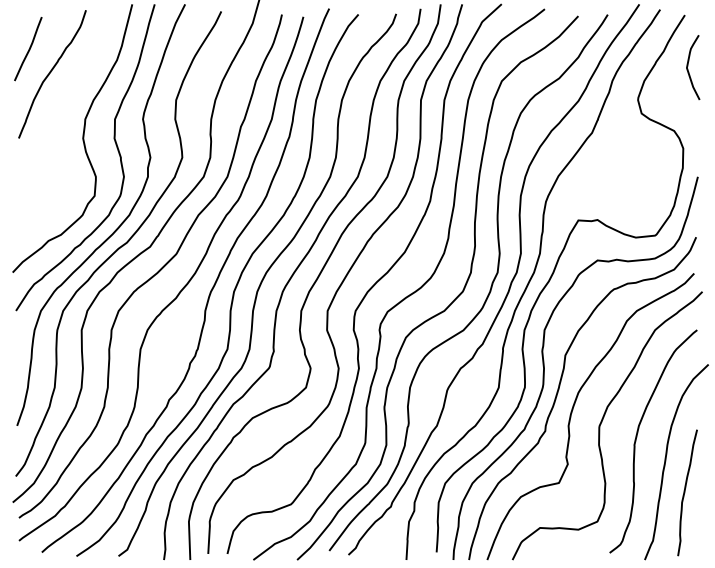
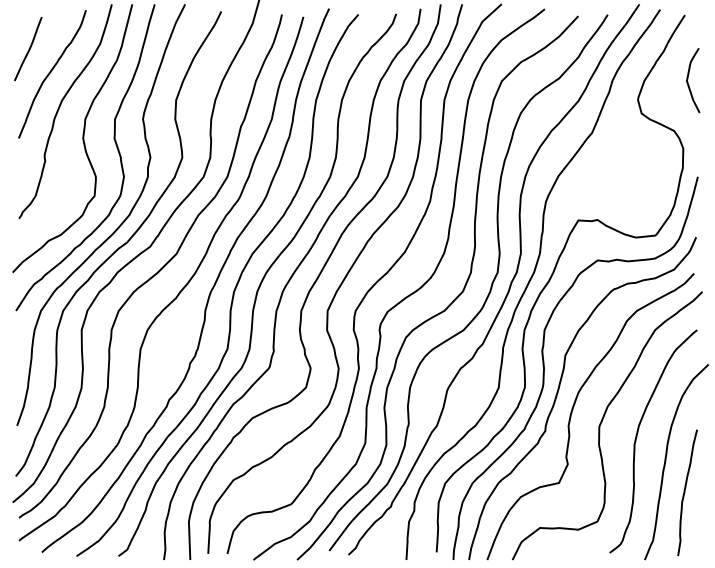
curve at (688, 66) position: (688, 66) -> (688, 79)
curve at (59, 109): none -> present
